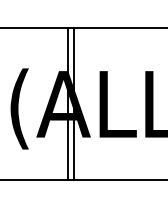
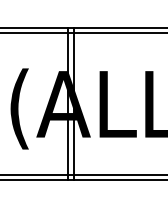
line at (83, 33): none -> present
line at (83, 174): none -> present
